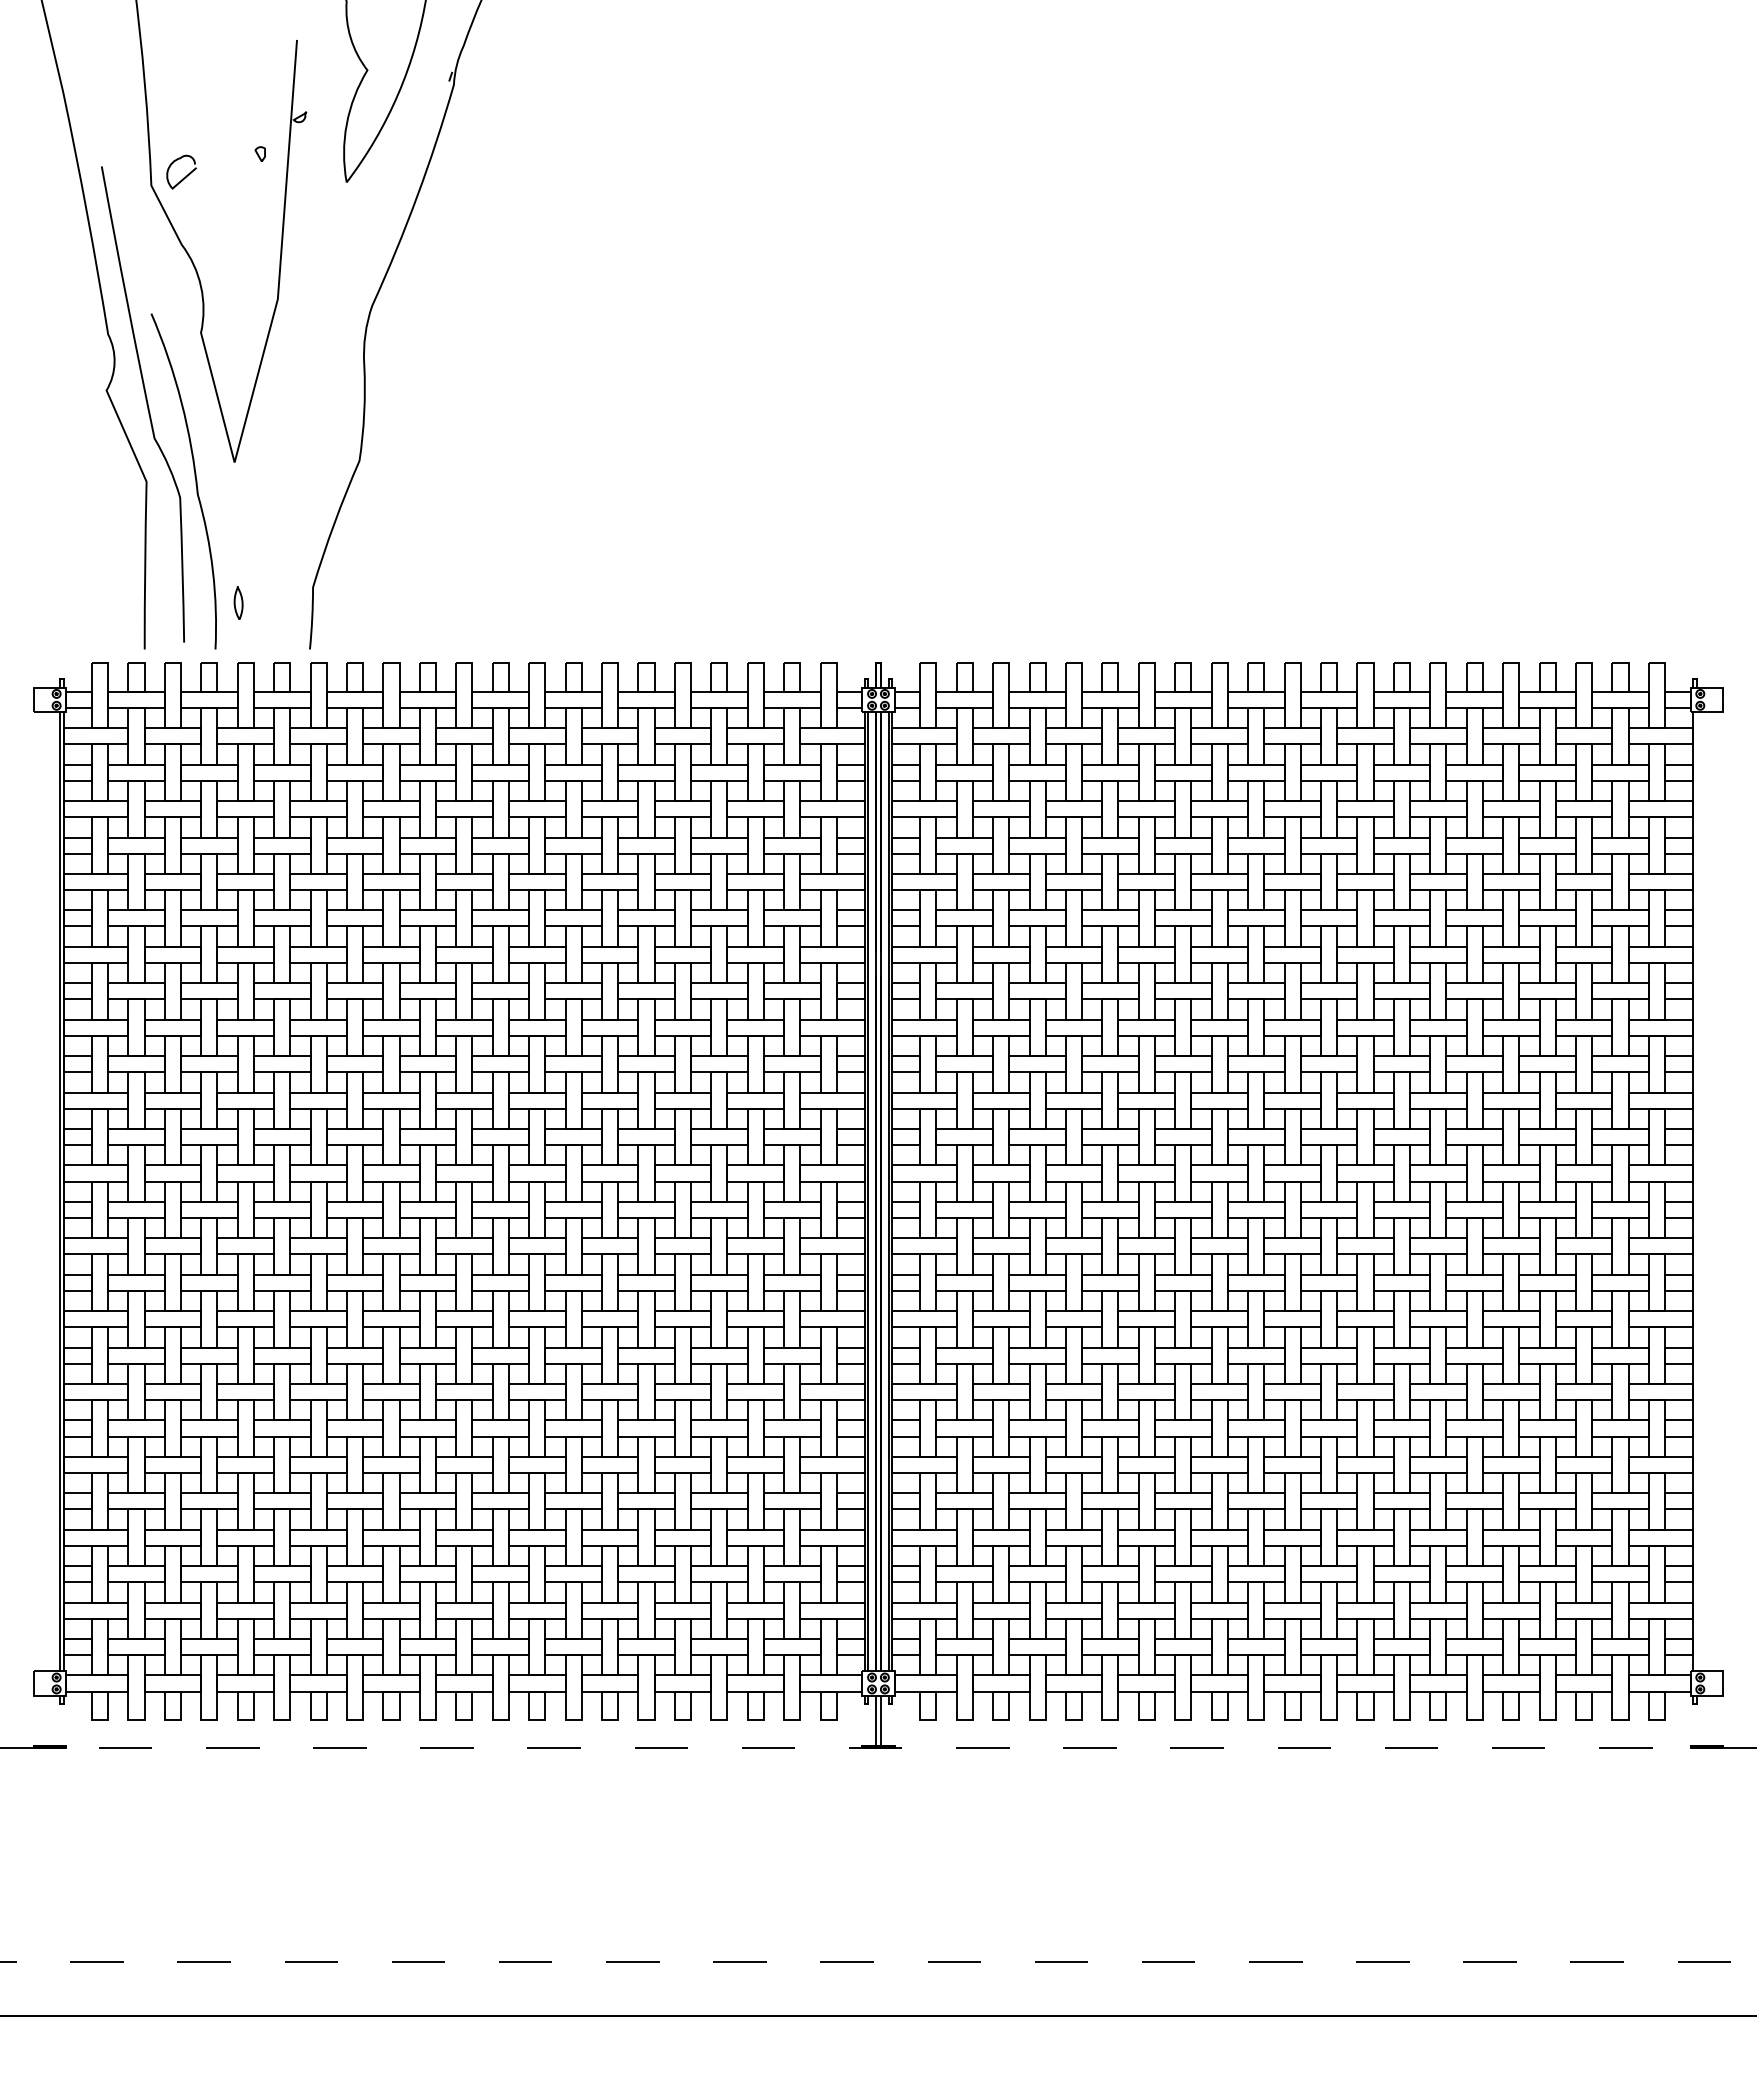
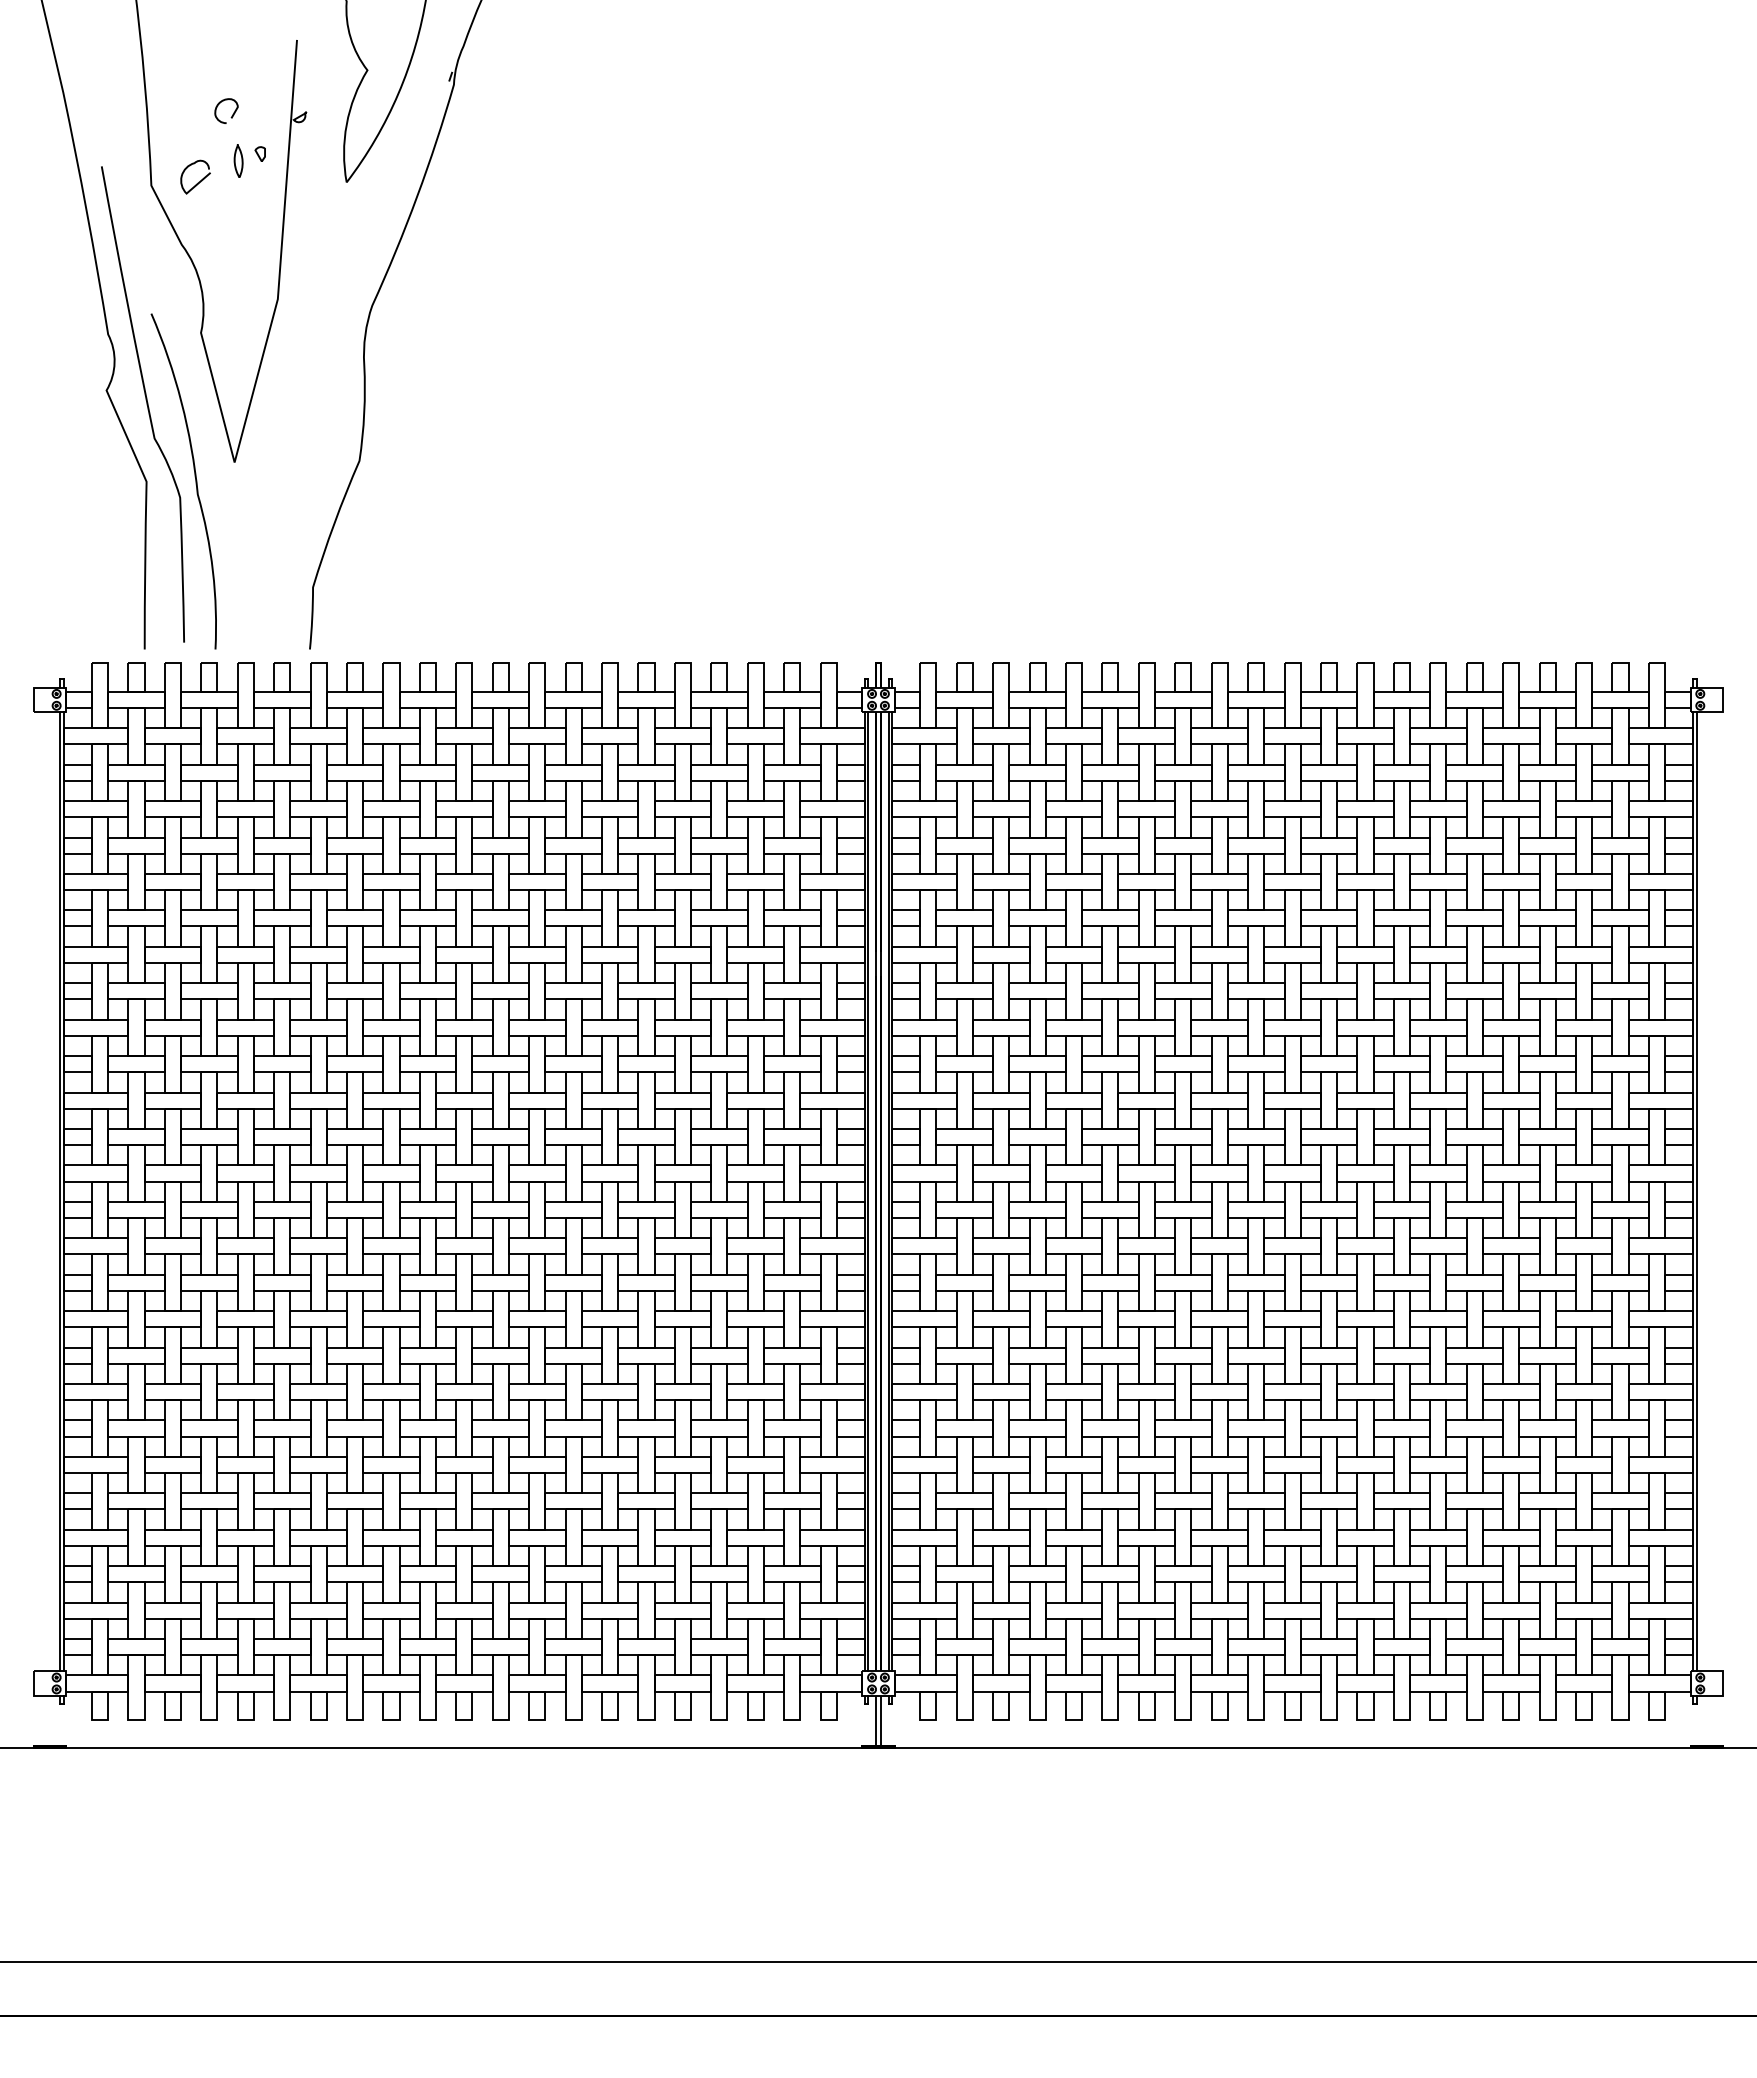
curve at (232, 114): none -> present
curve at (183, 177) position: (183, 177) -> (197, 182)
curve at (235, 602) position: (235, 602) -> (235, 160)
line at (1696, 1191): none -> present
line at (879, 1747): dashed -> solid
line at (877, 1962): dashed -> solid
